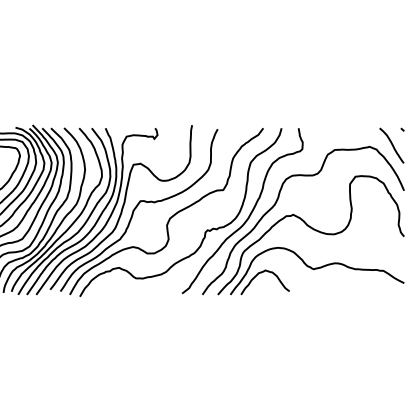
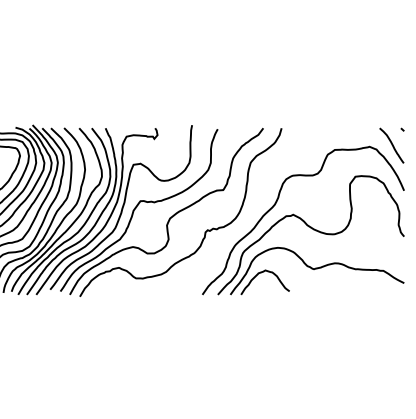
curve at (248, 215): present -> none
